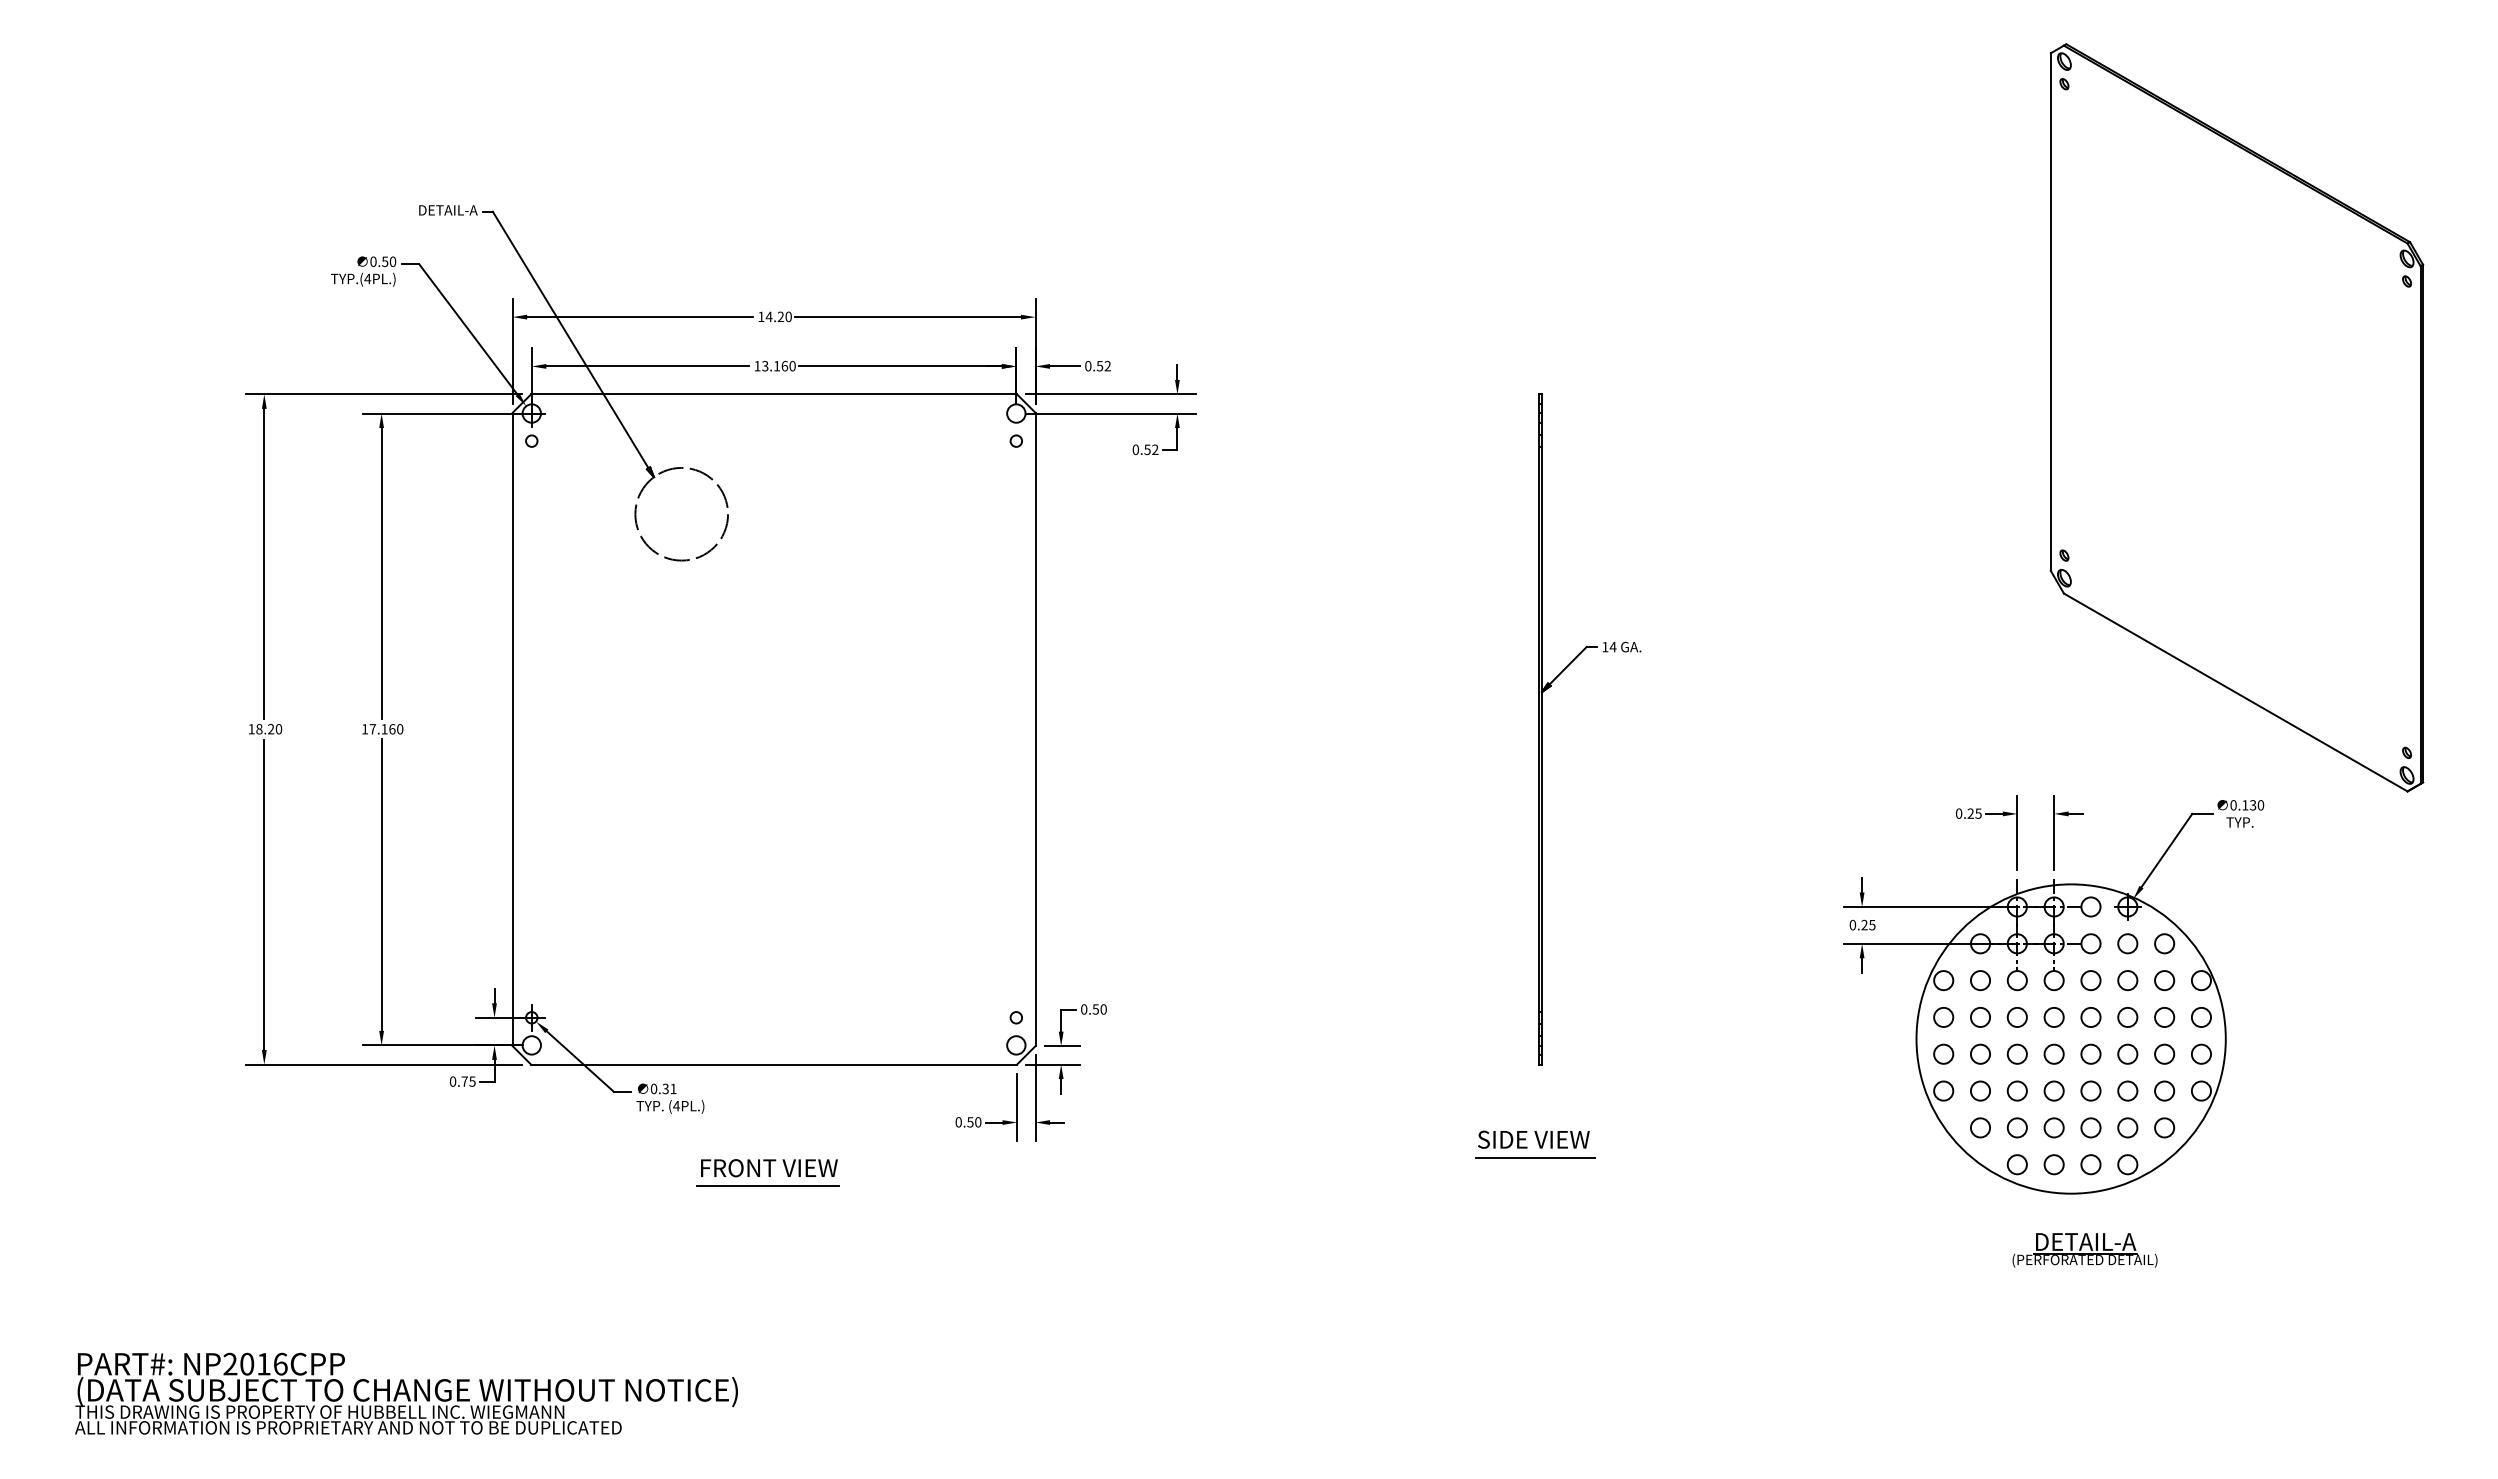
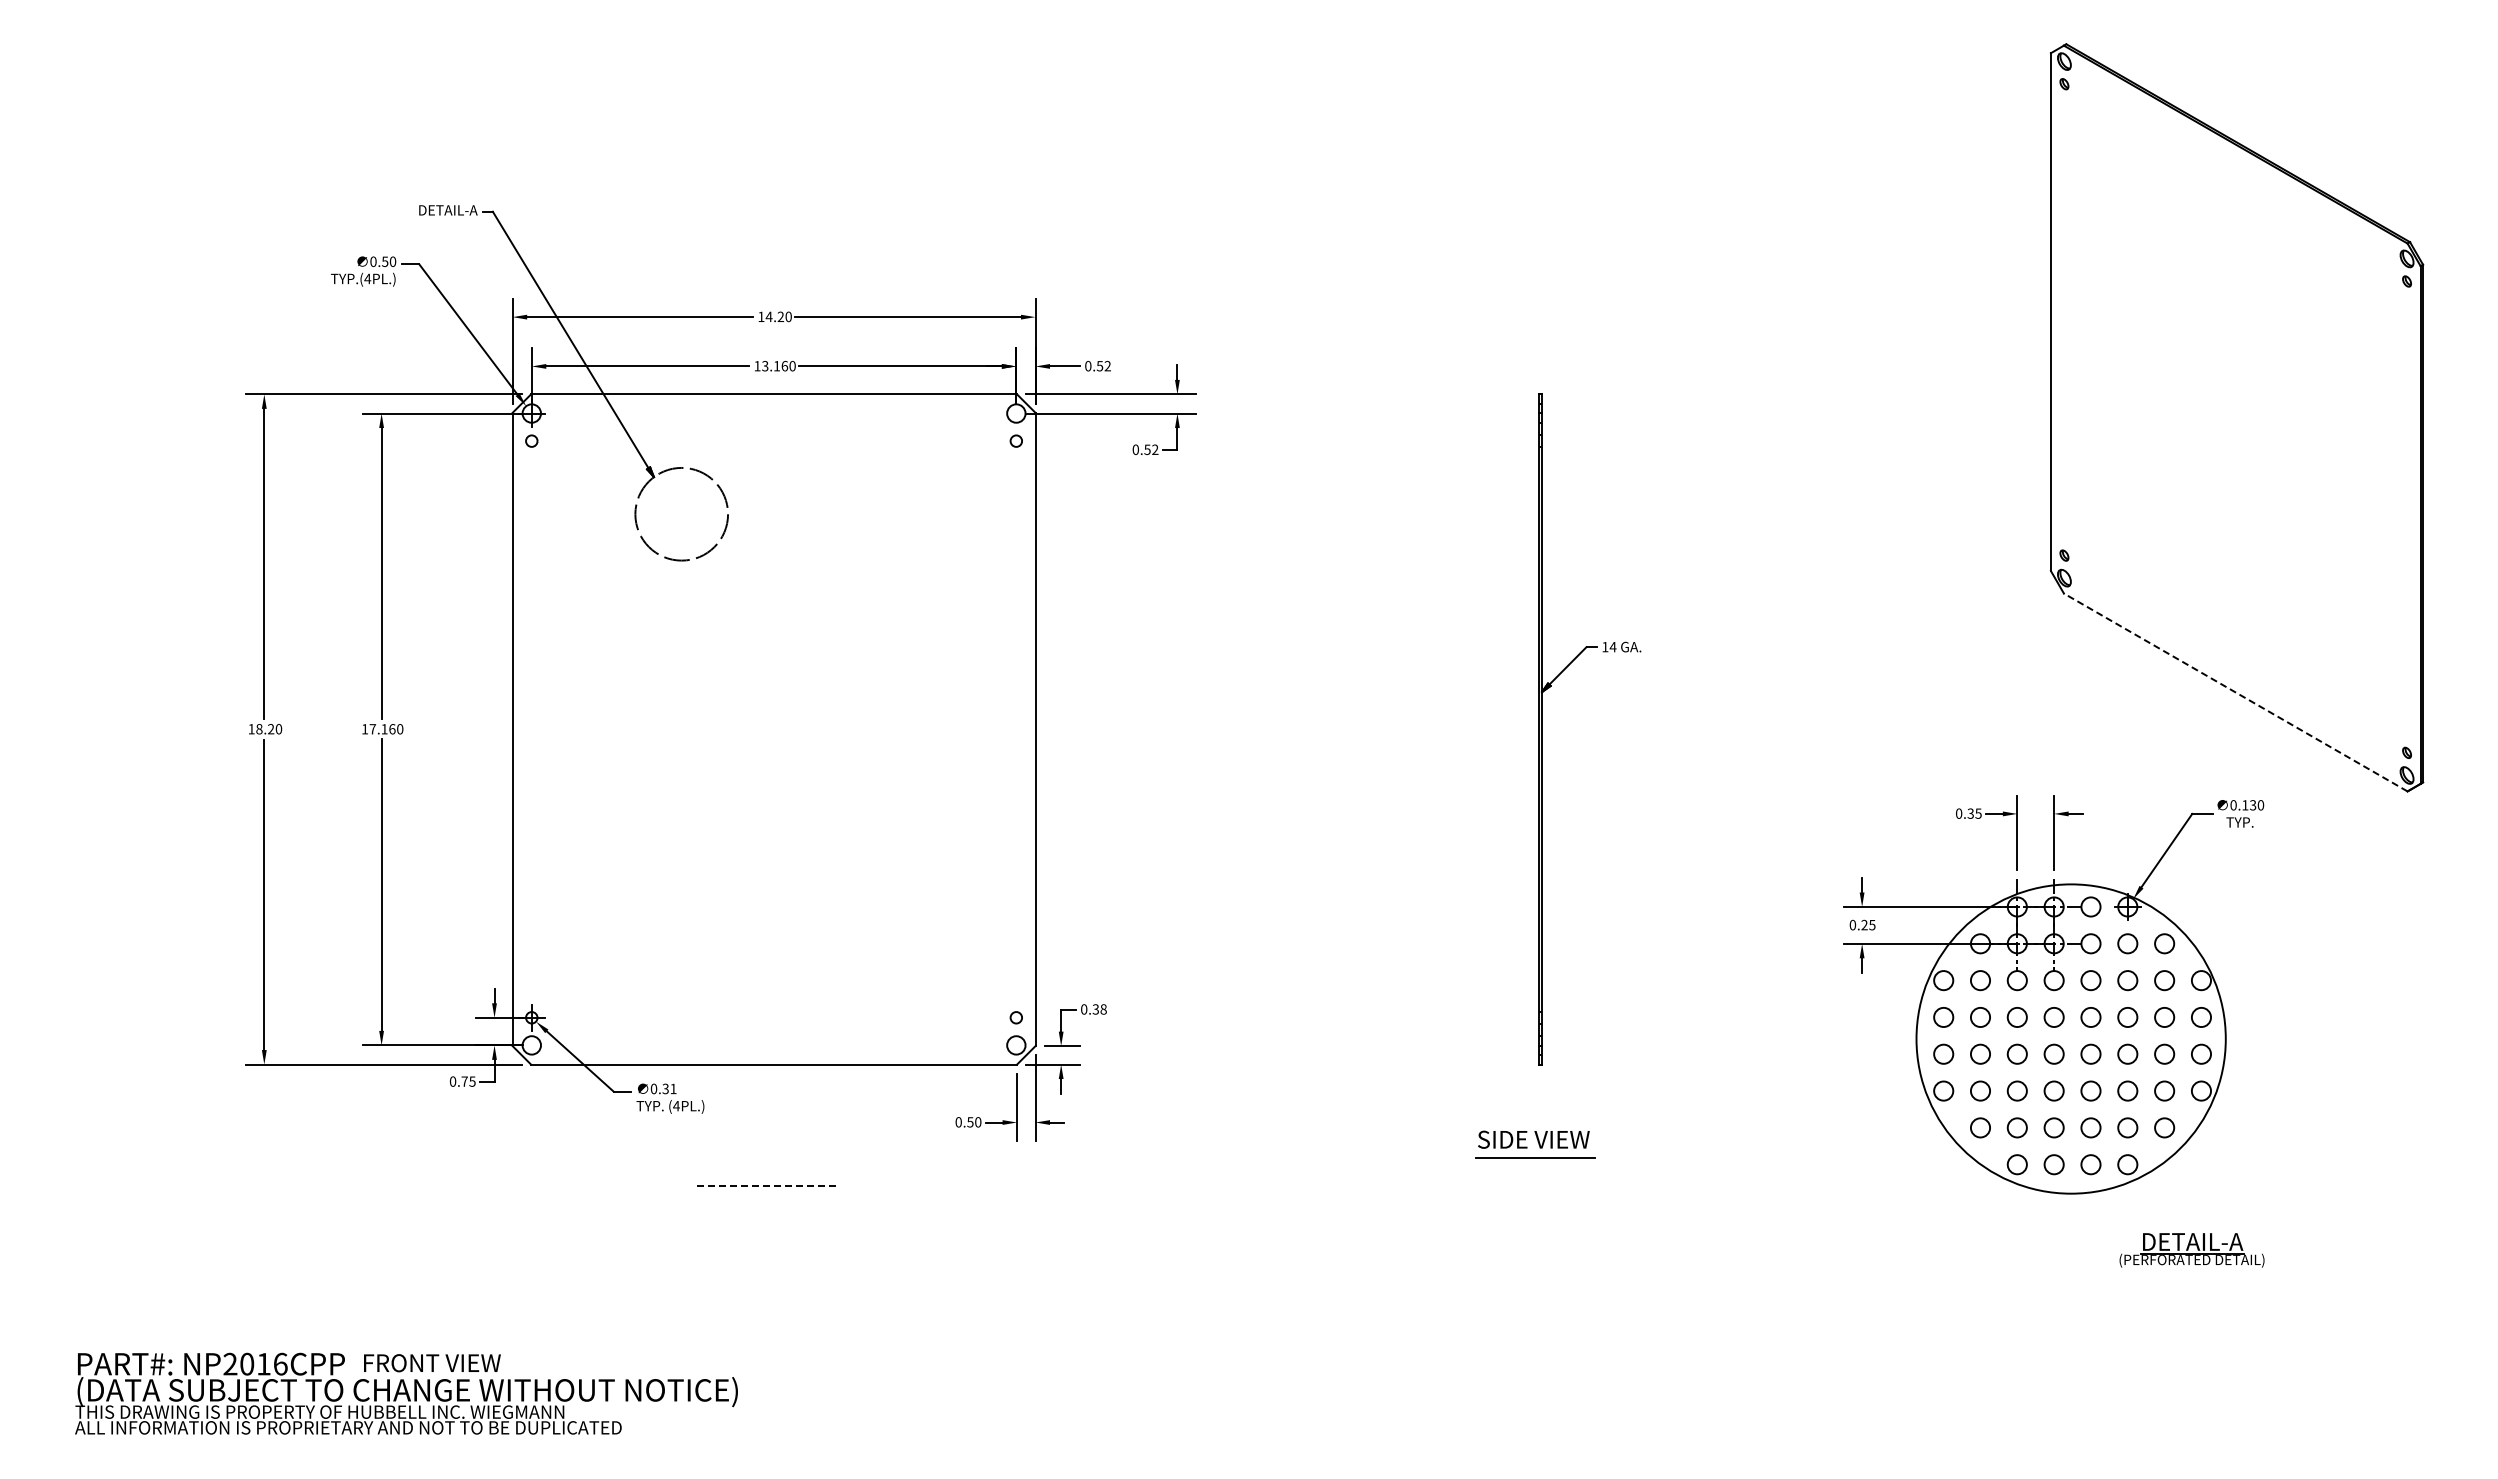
line at (2235, 692): solid -> dashed
text at (1970, 813): 0.25 -> 0.35
text at (1099, 1009): 0.50 -> 0.38
text at (769, 1168) position: (769, 1168) -> (432, 1363)
line at (768, 1186): solid -> dashed
part at (2084, 1250) position: (2084, 1250) -> (2191, 1250)
